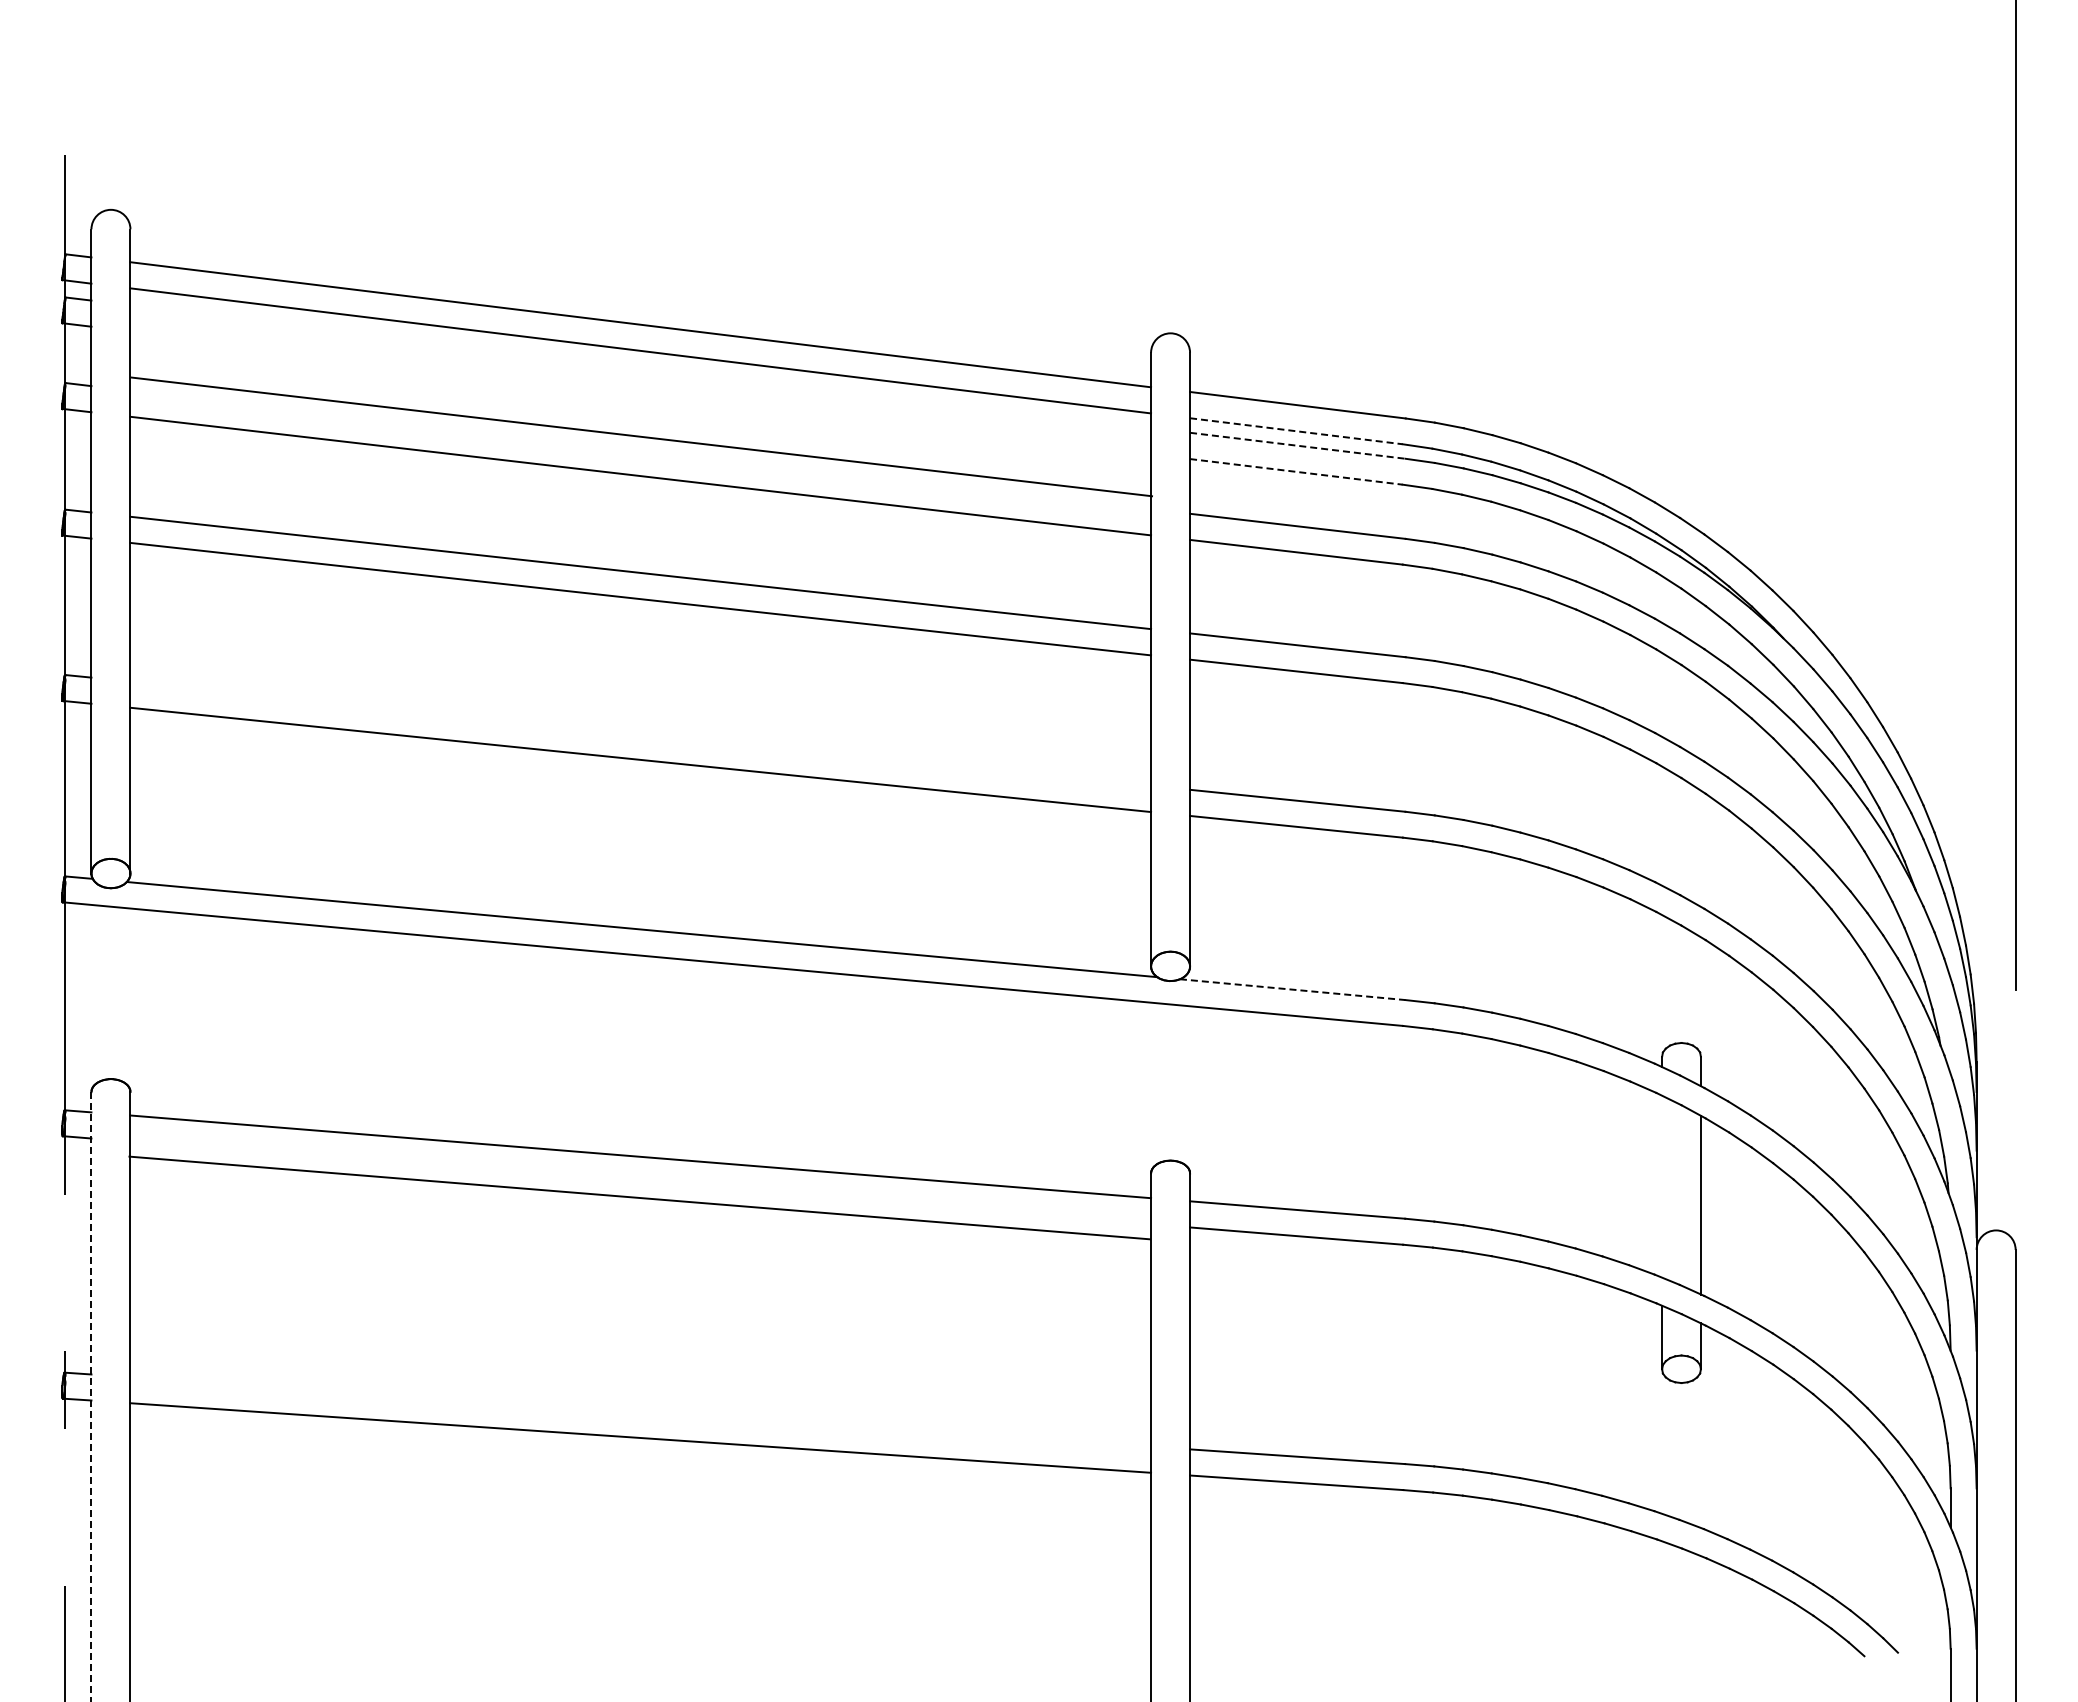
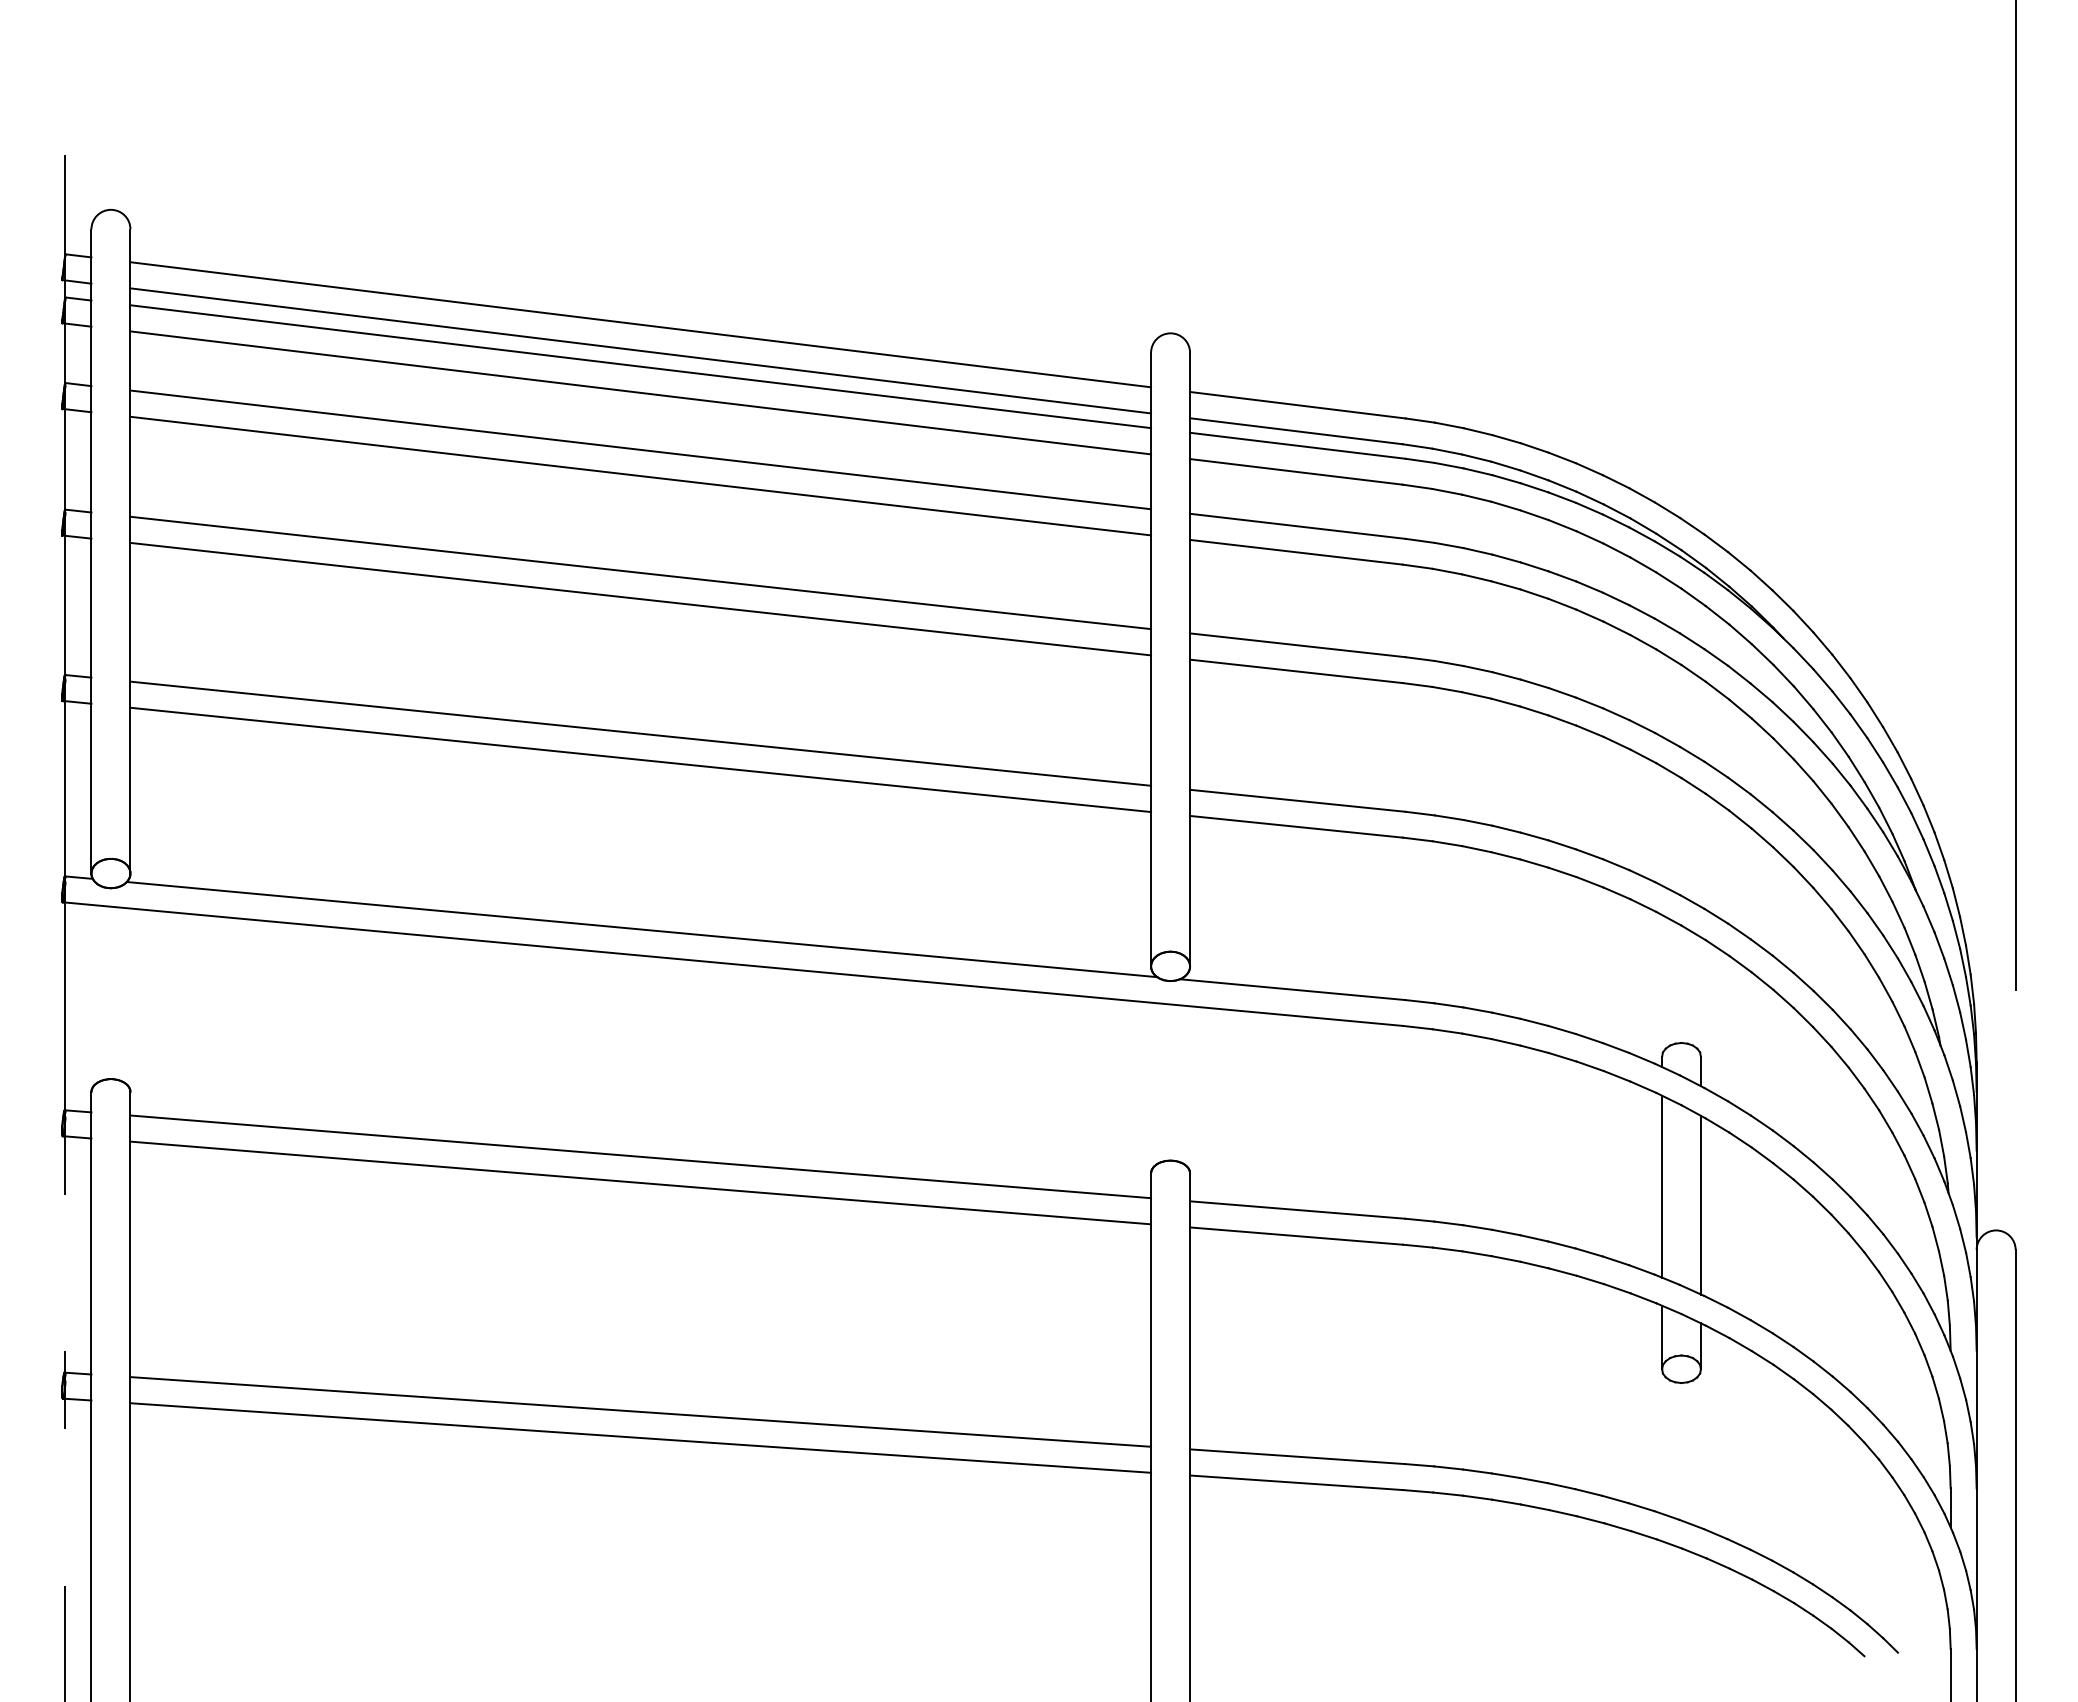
line at (640, 366): none -> present
line at (640, 392): none -> present
line at (1296, 431): dashed -> solid
line at (641, 436) position: (641, 436) -> (640, 449)
line at (1297, 445): dashed -> solid
line at (1296, 471): dashed -> solid
line at (640, 733): none -> present
line at (1293, 989): dashed -> solid
line at (1662, 1186): none -> present
line at (639, 1197) position: (639, 1197) -> (640, 1182)
line at (91, 1397): dashed -> solid
line at (640, 1411): none -> present
